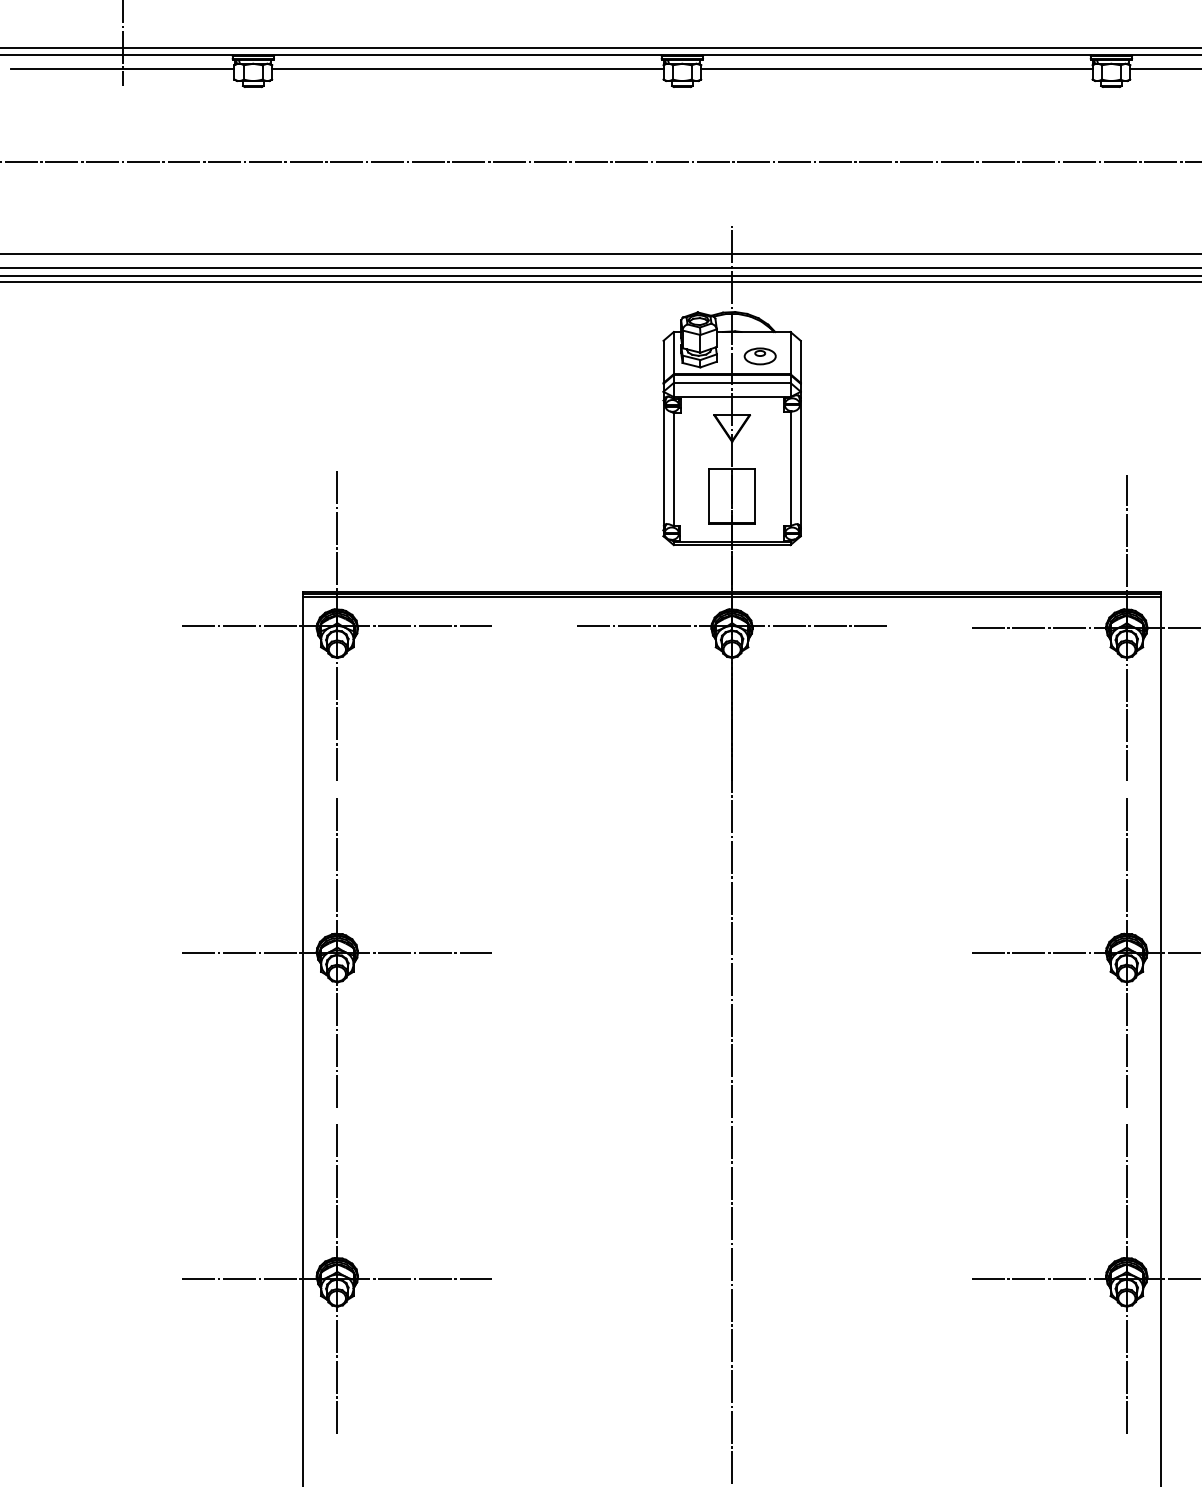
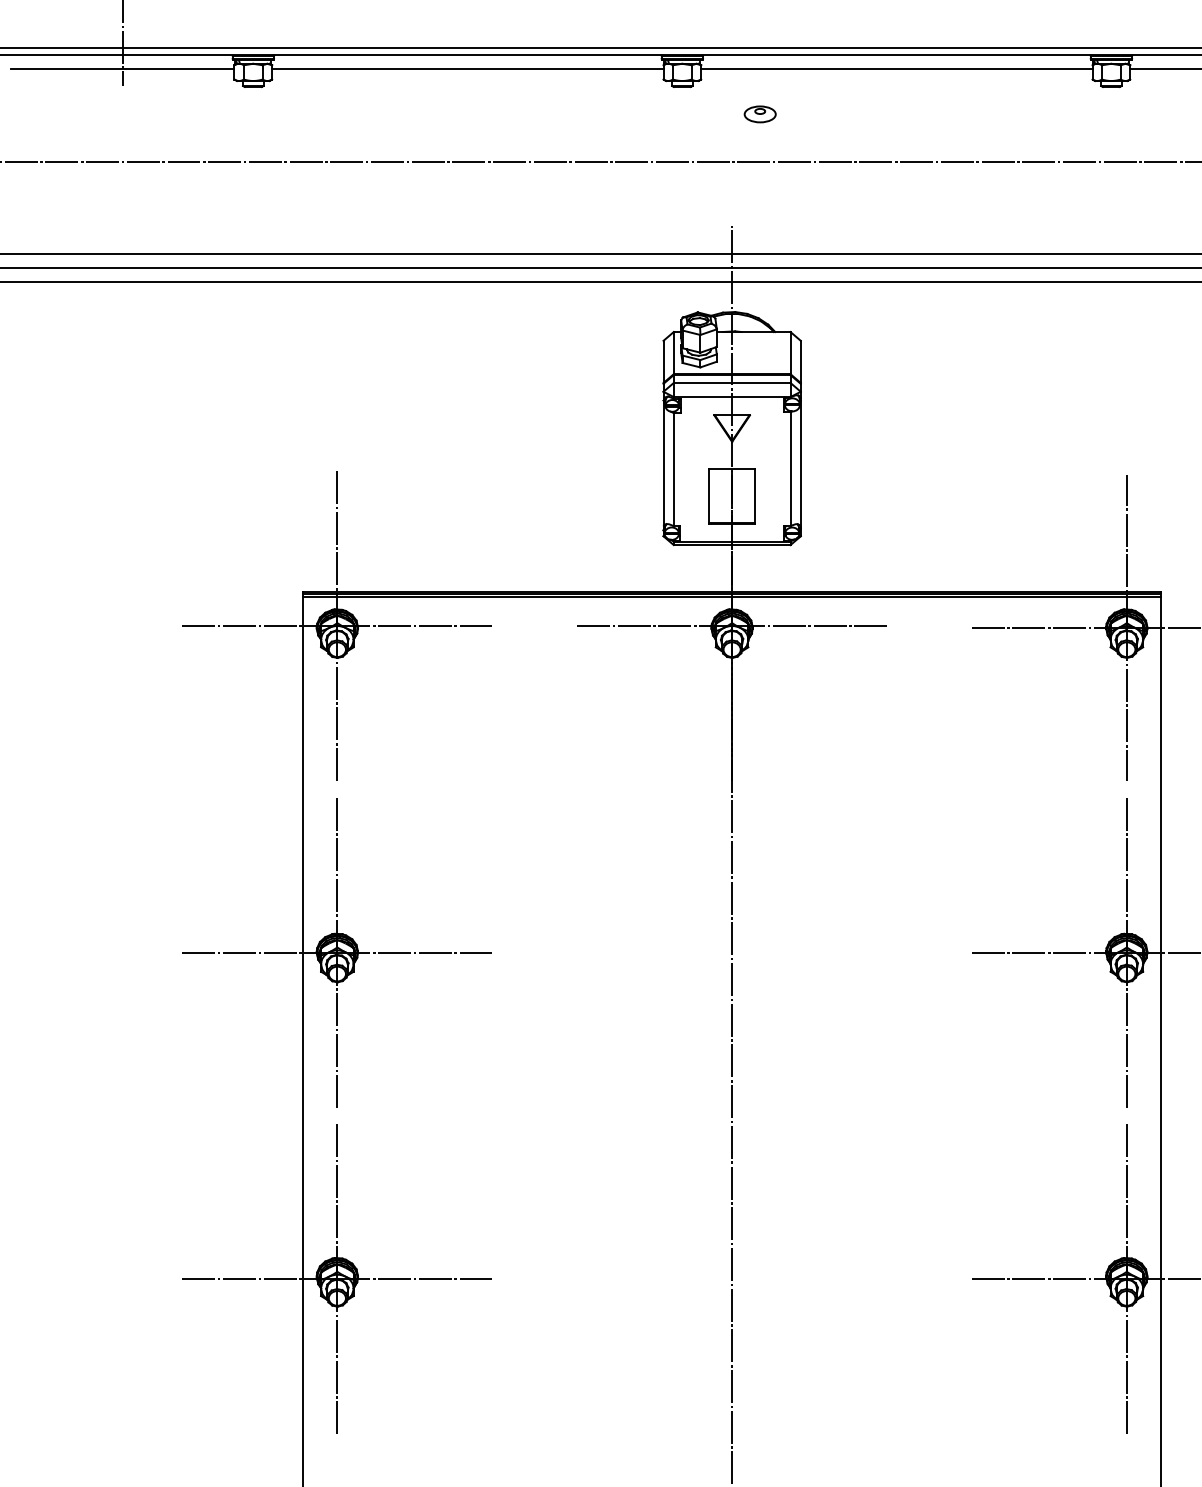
line at (600, 275): present -> none
part at (759, 356) position: (759, 356) -> (759, 114)
